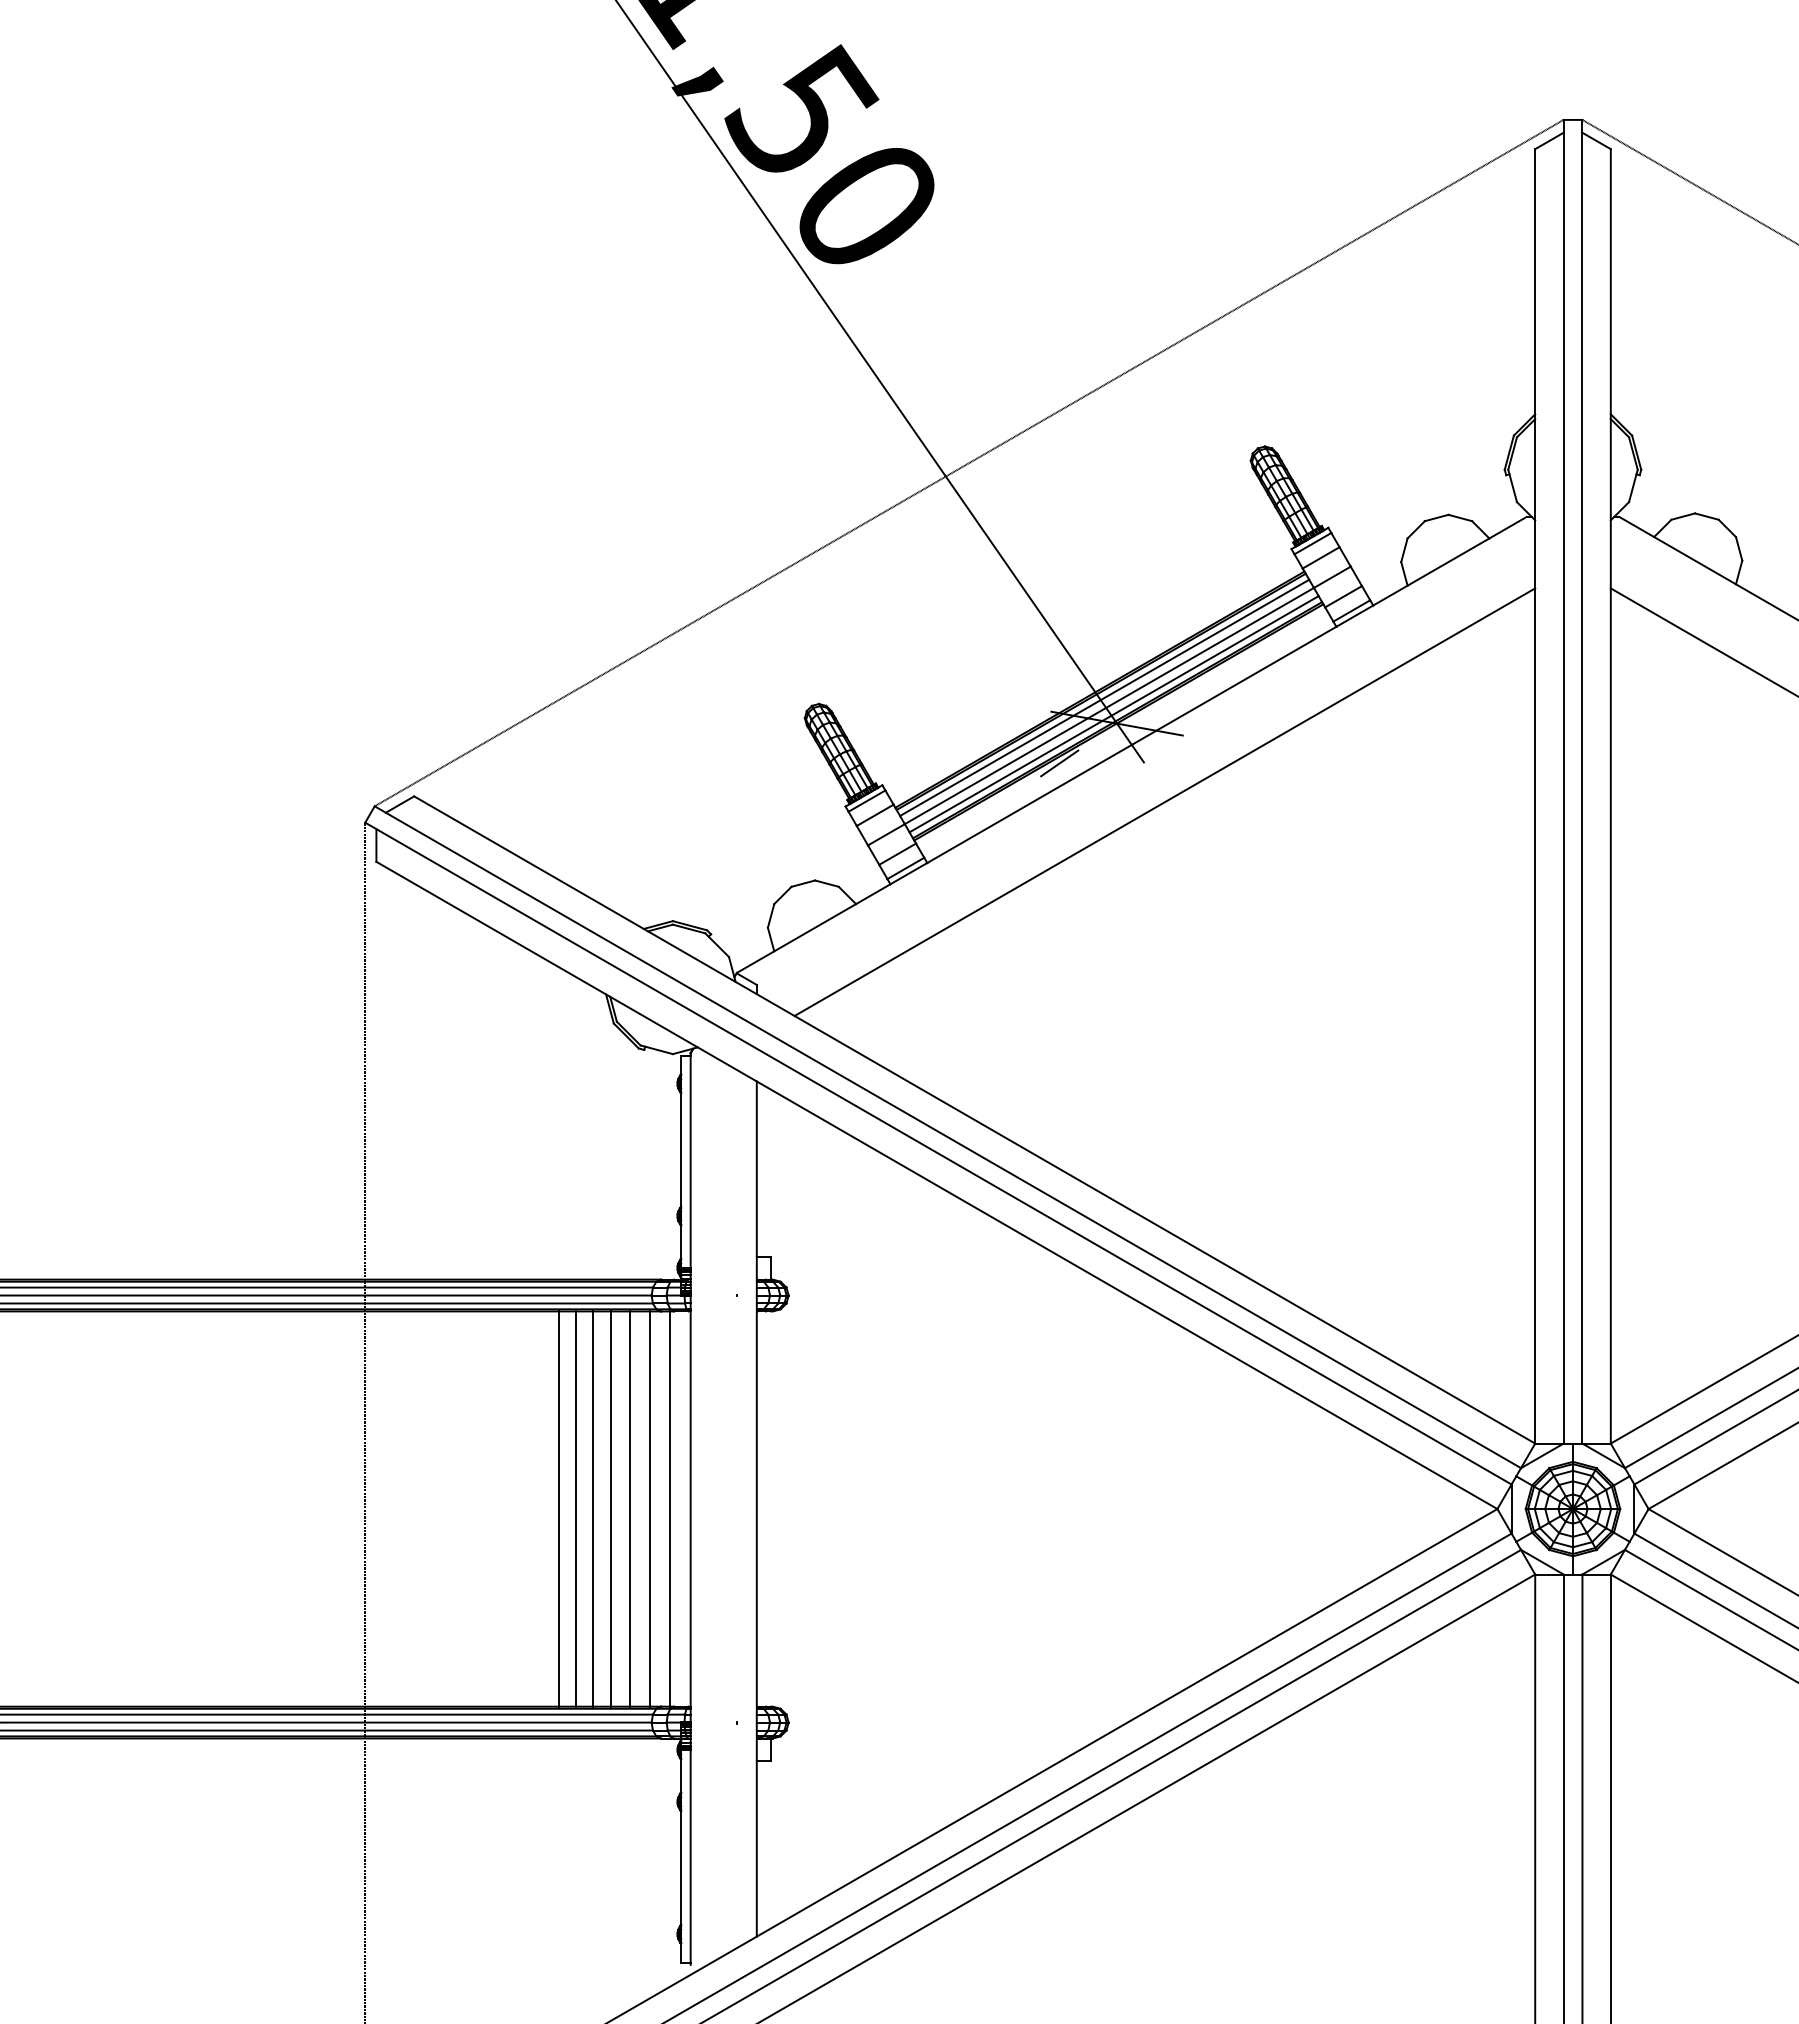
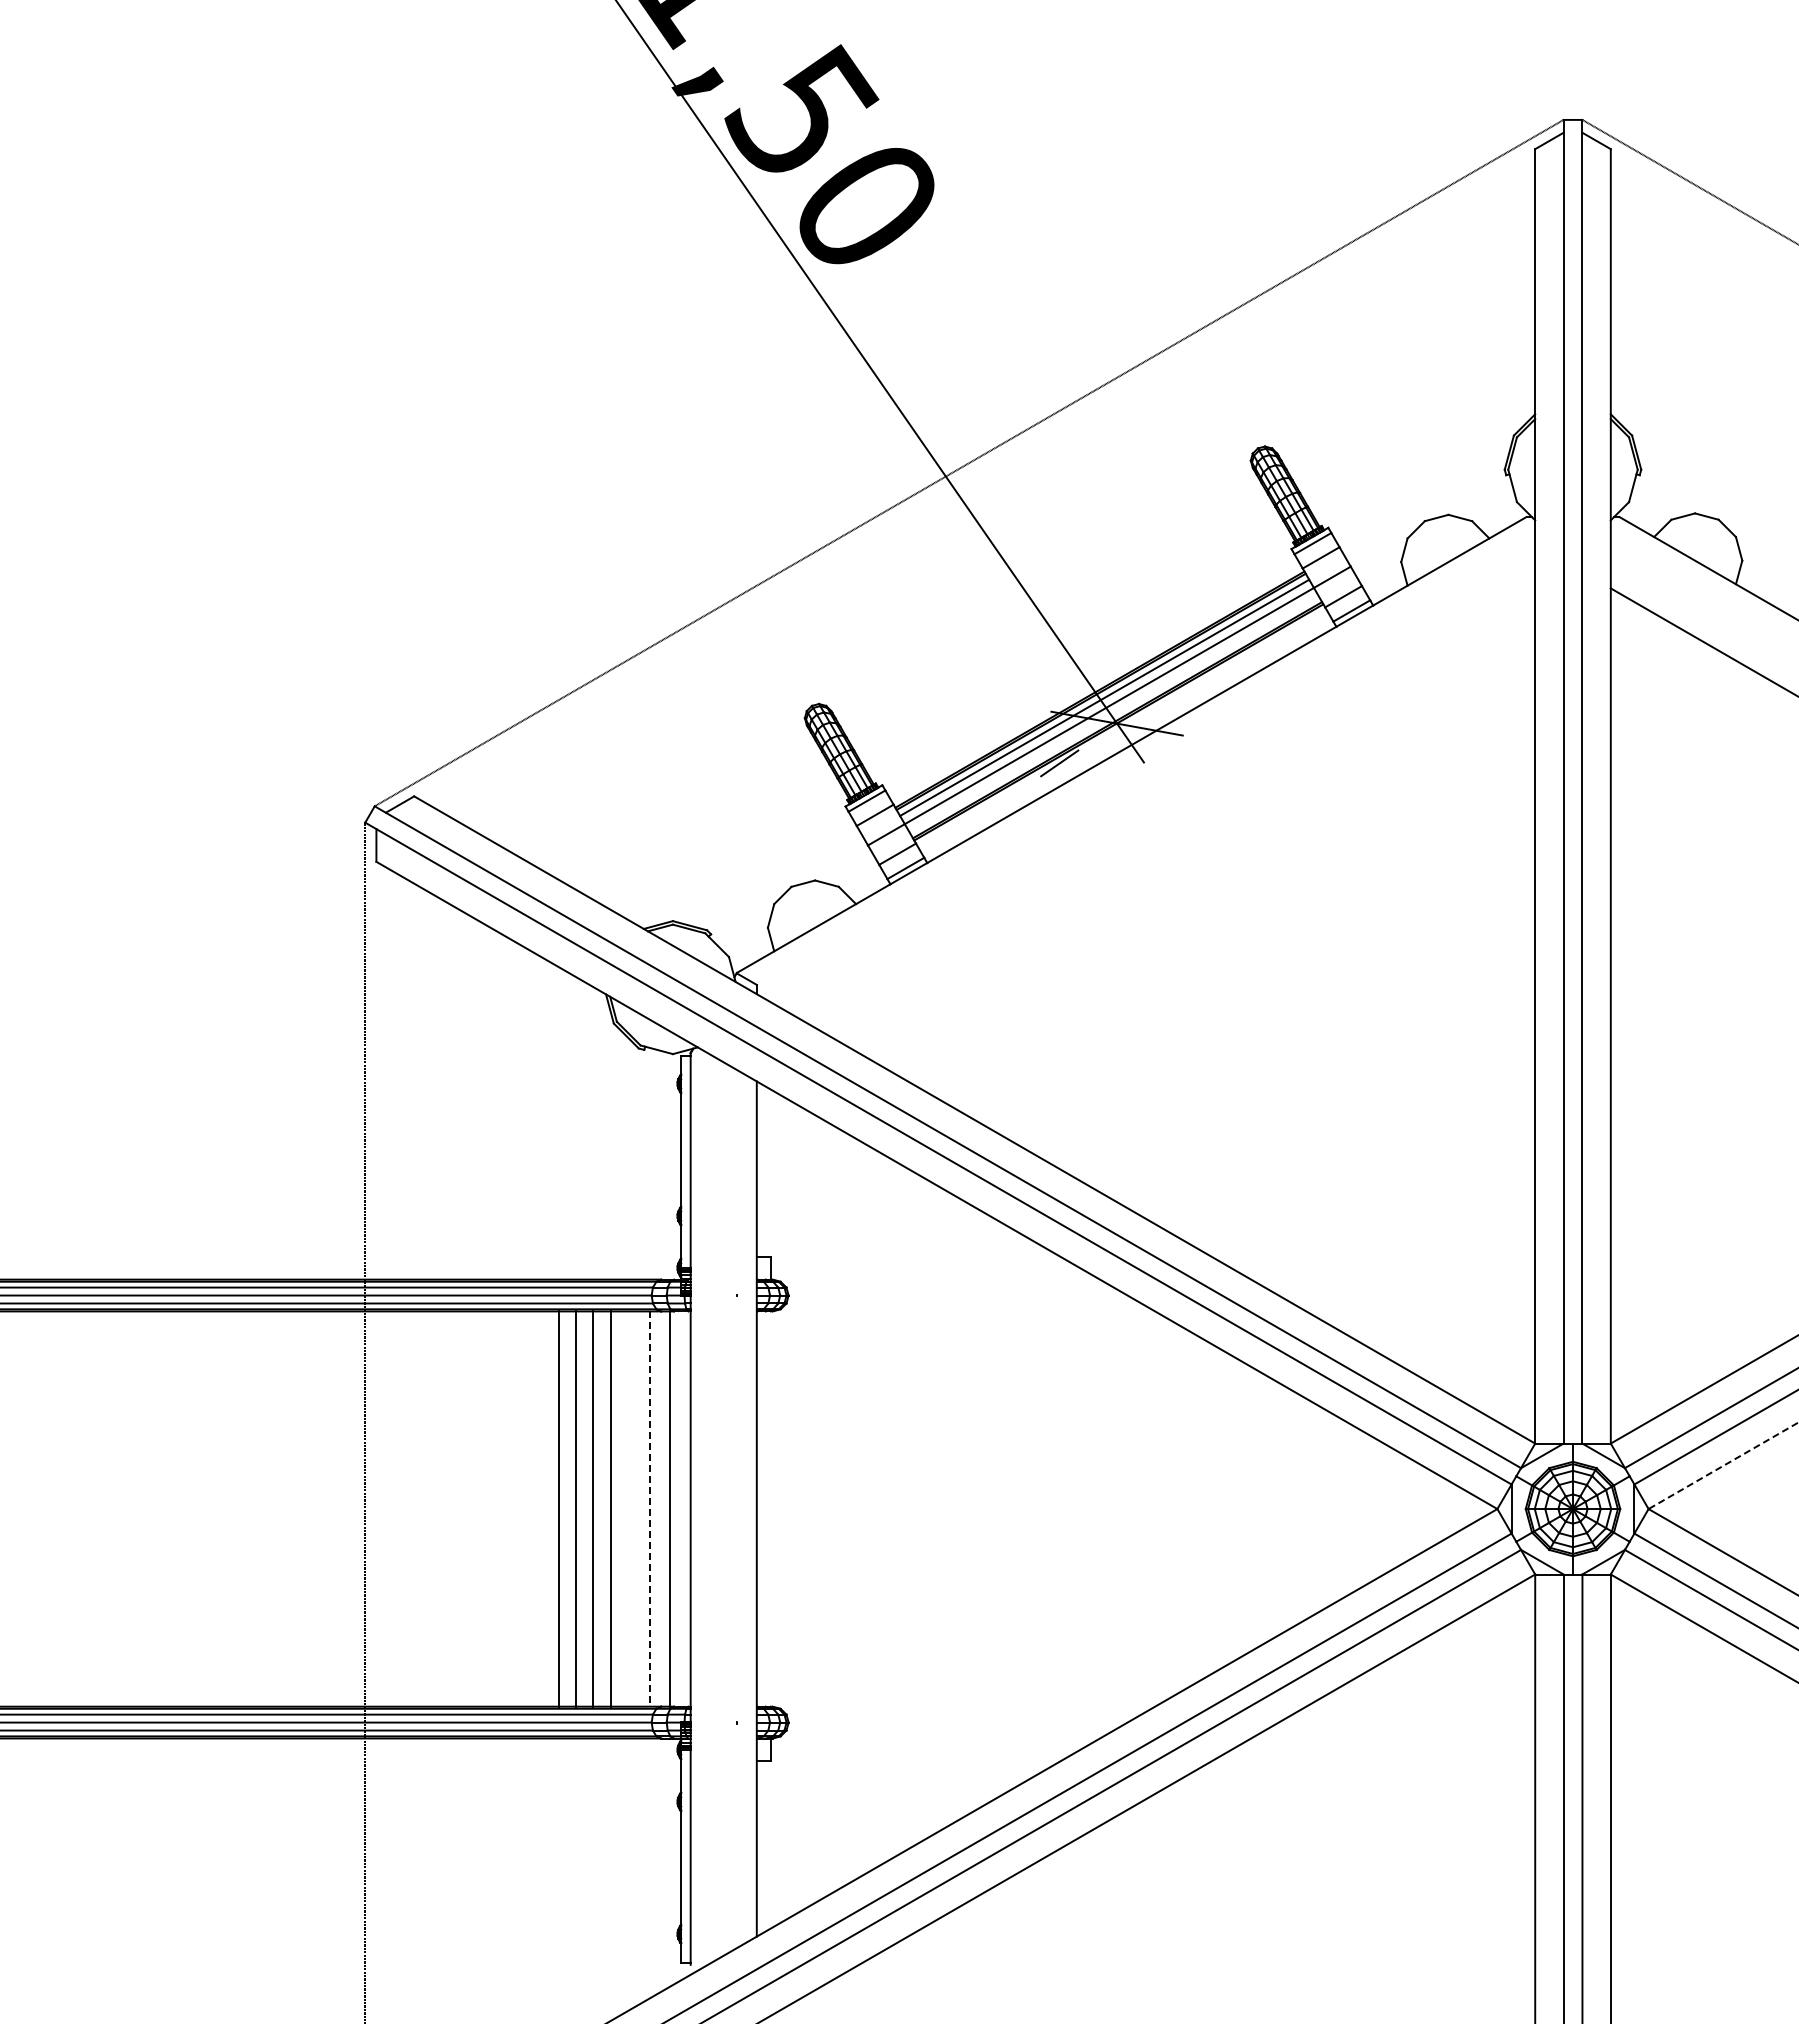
line at (1113, 714): present -> none
line at (1164, 801): present -> none
line at (1723, 1466): solid -> dashed
line at (630, 1508): present -> none
line at (650, 1509): solid -> dashed
